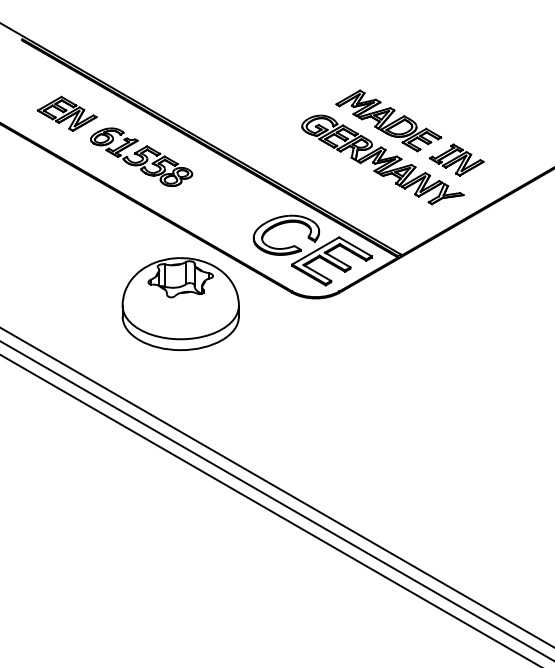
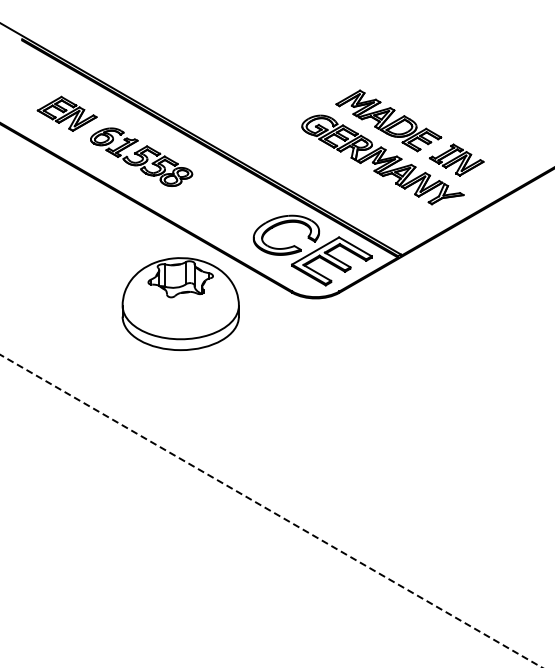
line at (276, 487): present -> none
line at (276, 500): present -> none
line at (271, 511): solid -> dashed
